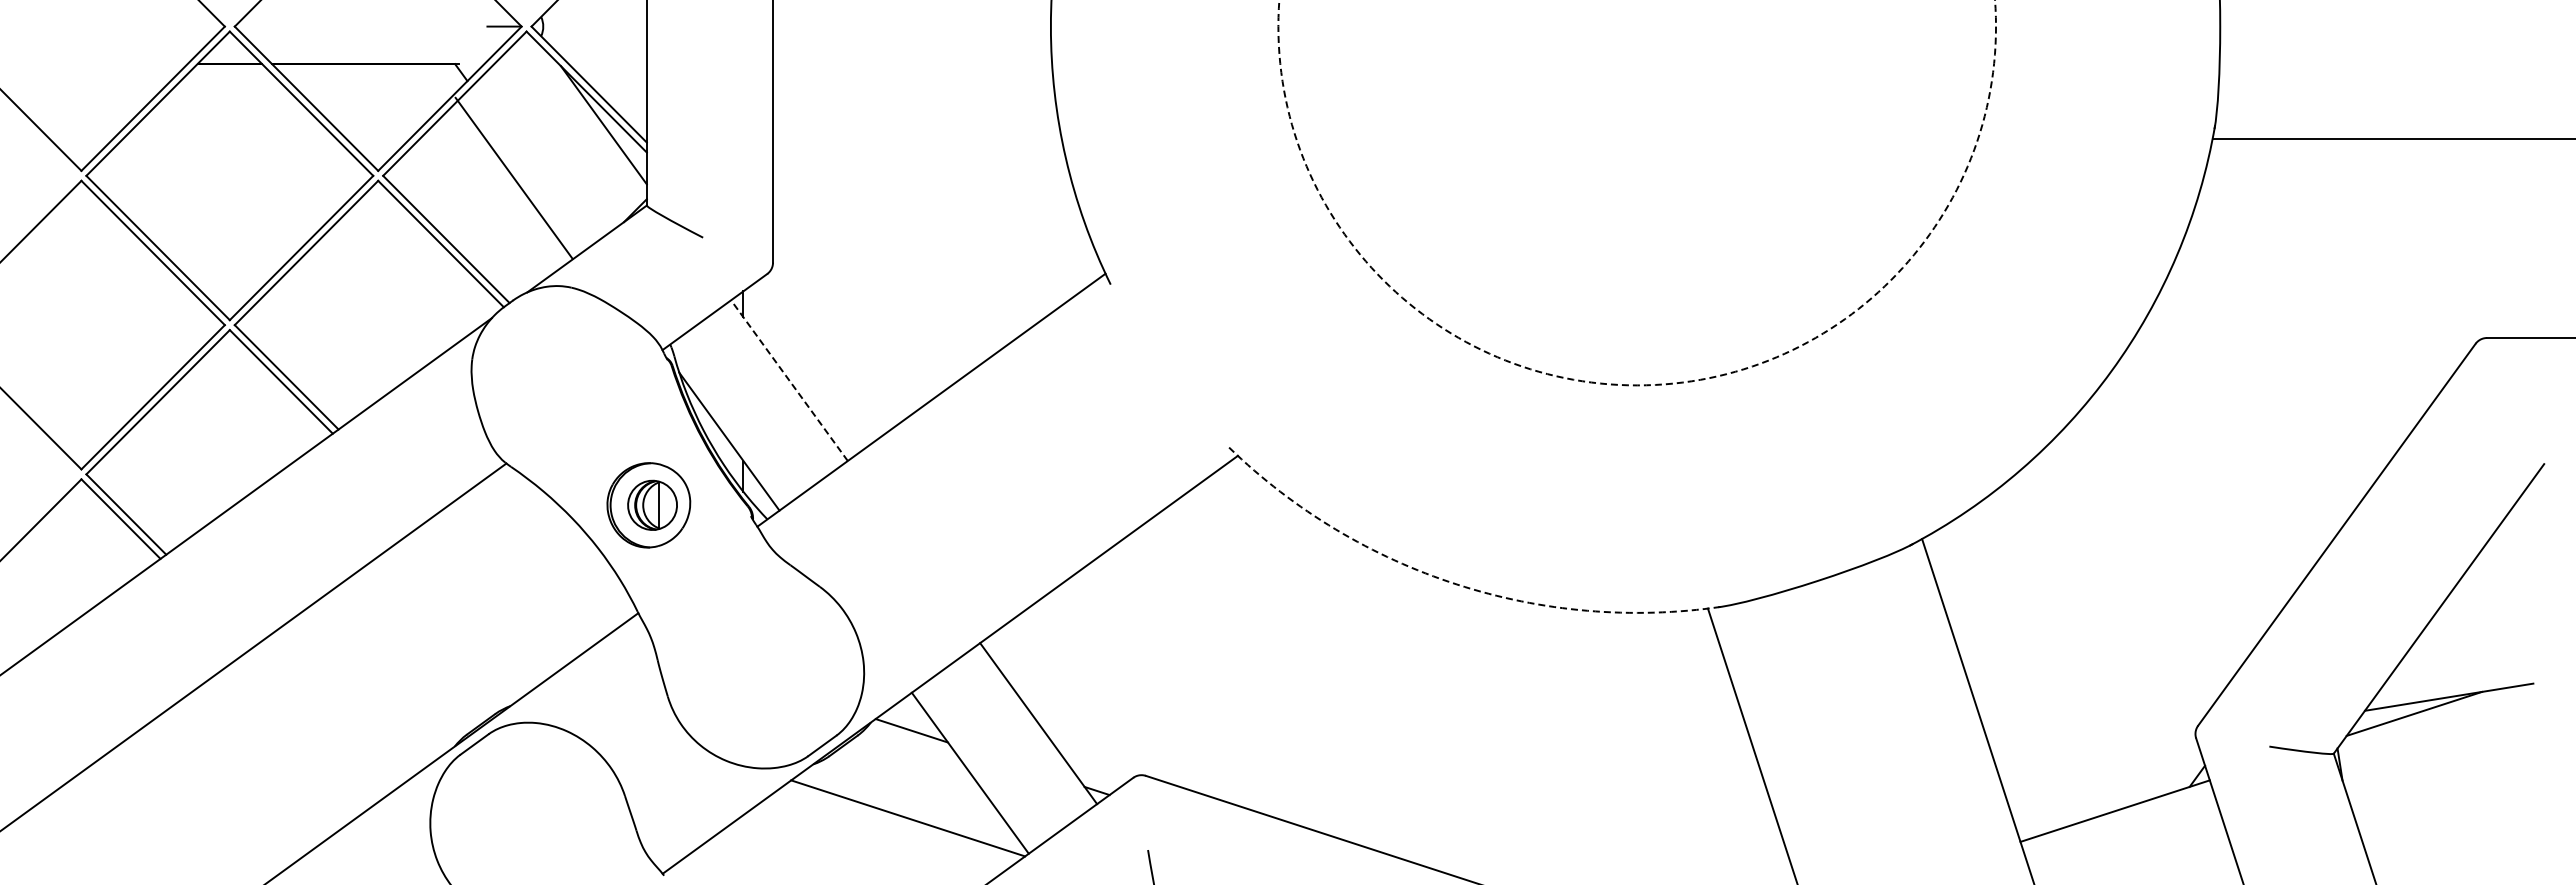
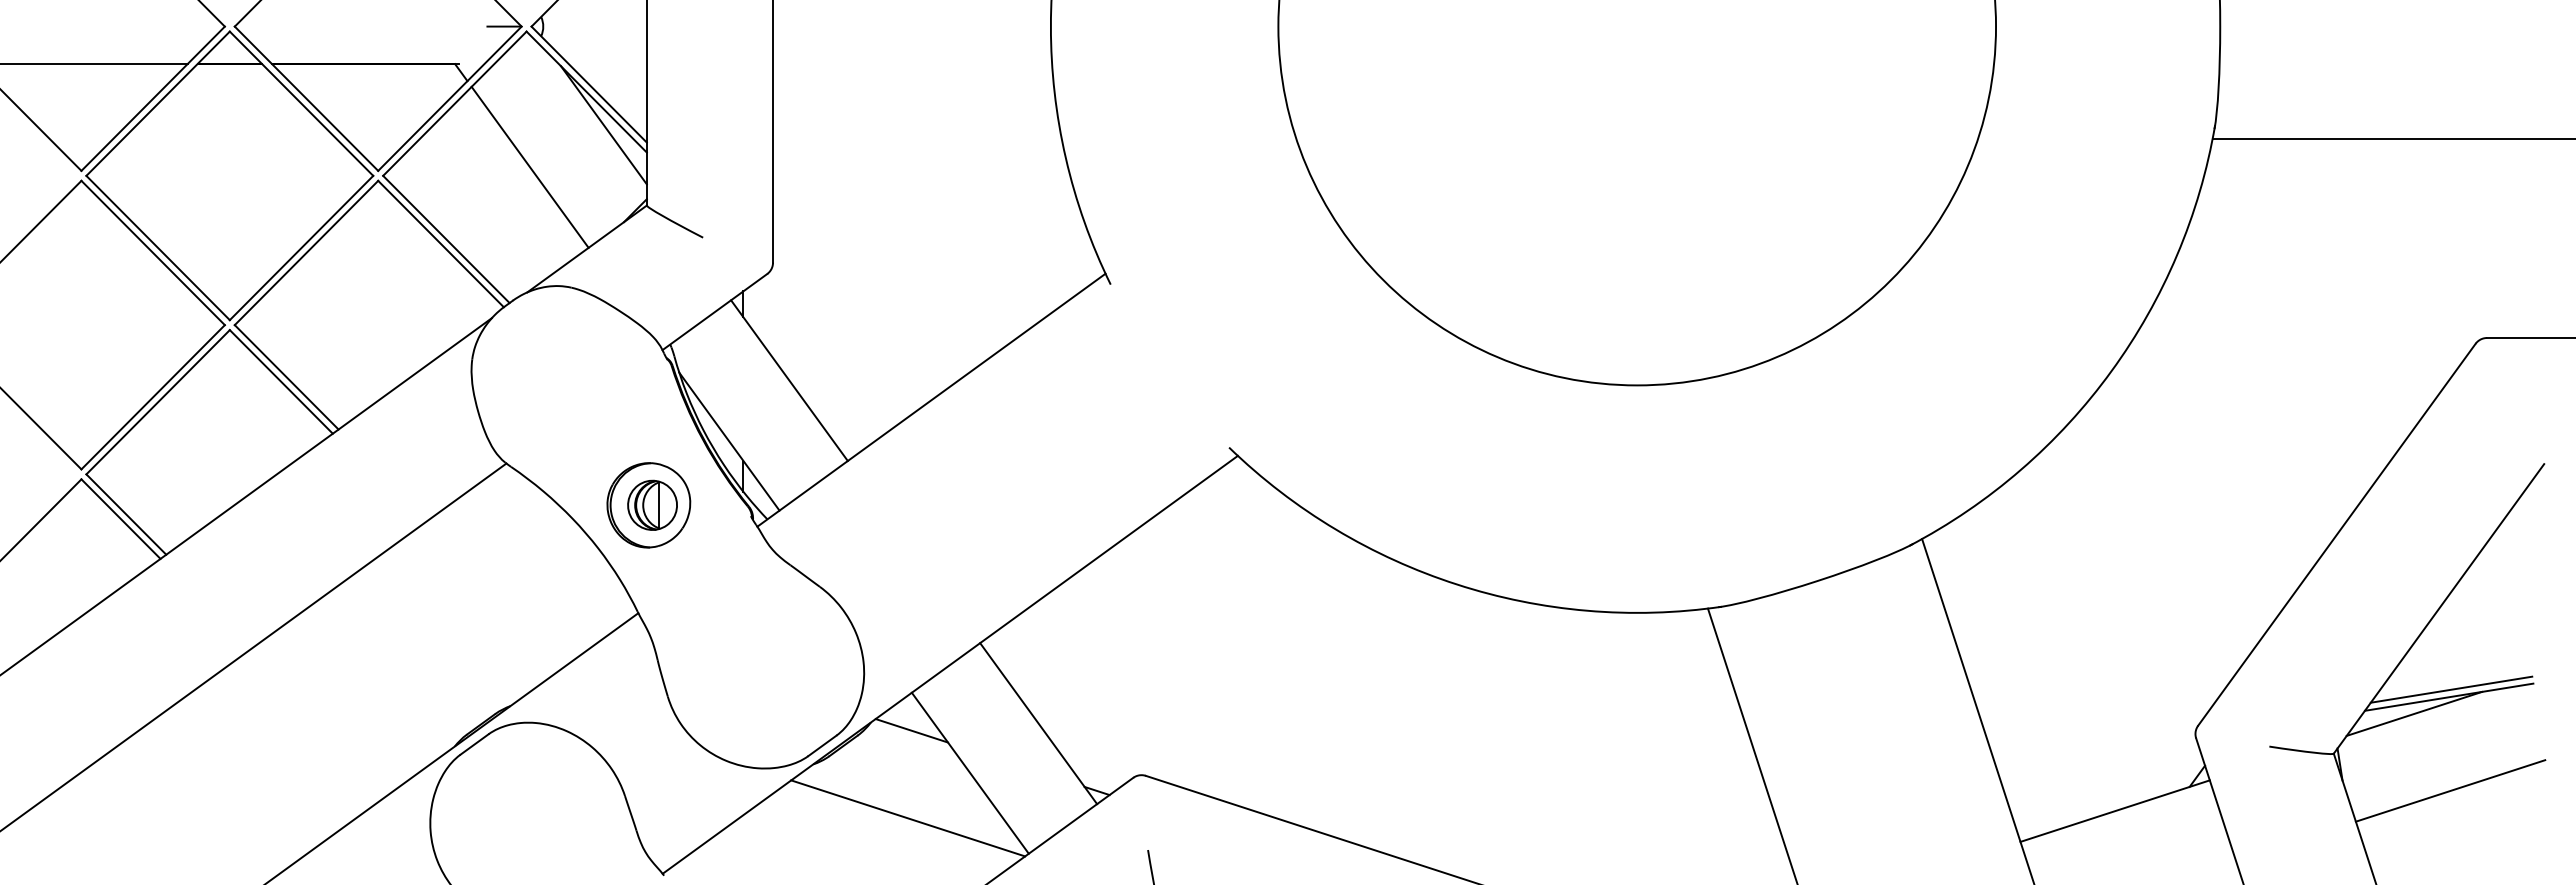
line at (94, 64): none -> present
line at (513, 177) position: (513, 177) -> (529, 166)
circle at (1637, 192): dashed -> solid
line at (789, 380): dashed -> solid
arc at (1456, 584): dashed -> solid
line at (2451, 689): none -> present
line at (2450, 790): none -> present
